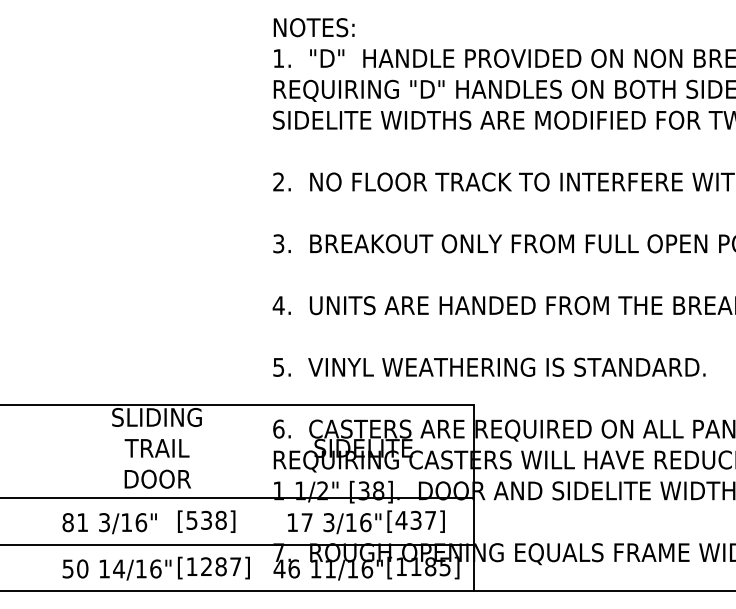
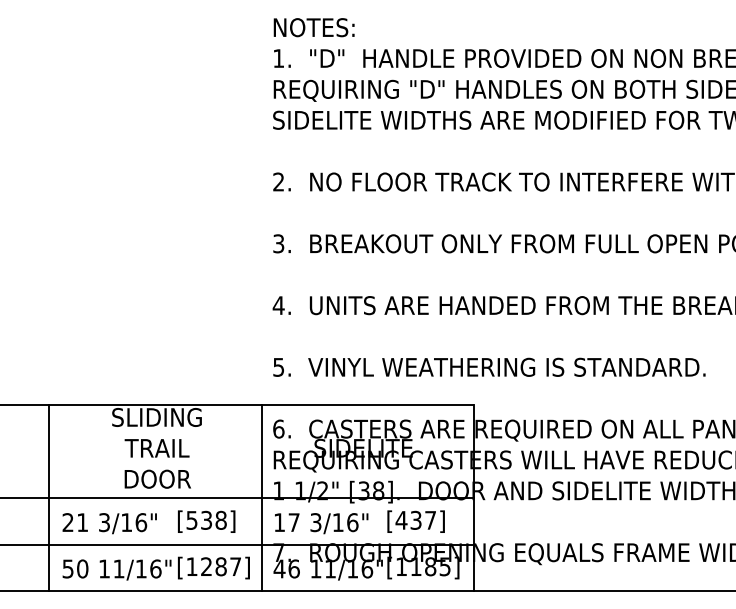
line at (49, 497): none -> present
line at (261, 497): none -> present
text at (67, 522): 81 -> 21
text at (334, 523) position: (334, 523) -> (321, 523)
text at (119, 568): 14/16" -> 11/16"
